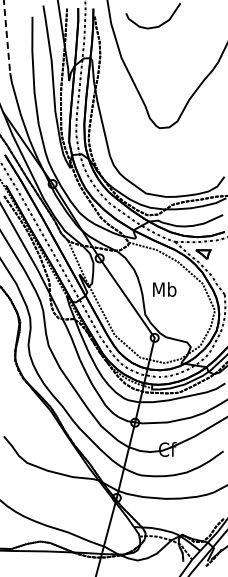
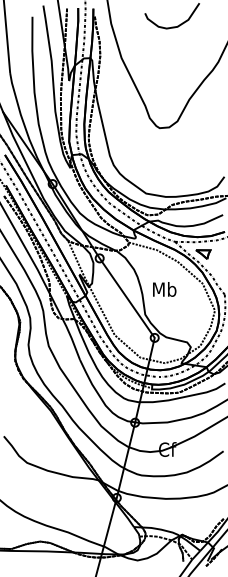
curve at (152, 26) position: (152, 26) -> (171, 26)
line at (7, 36): dashed -> solid
